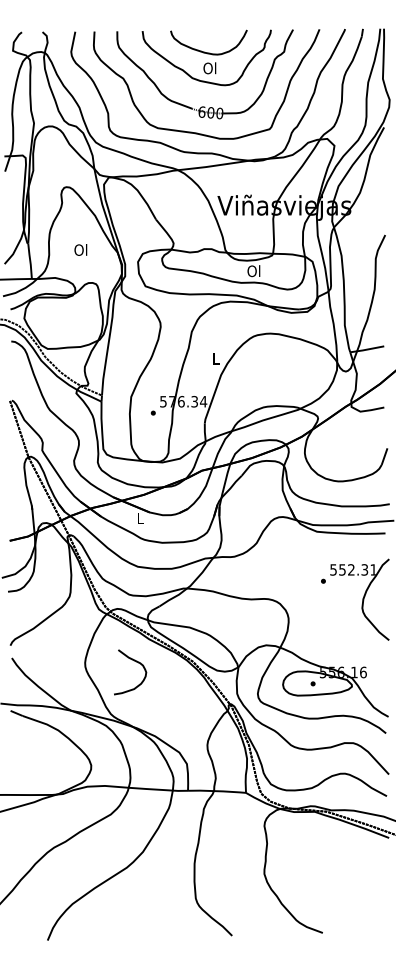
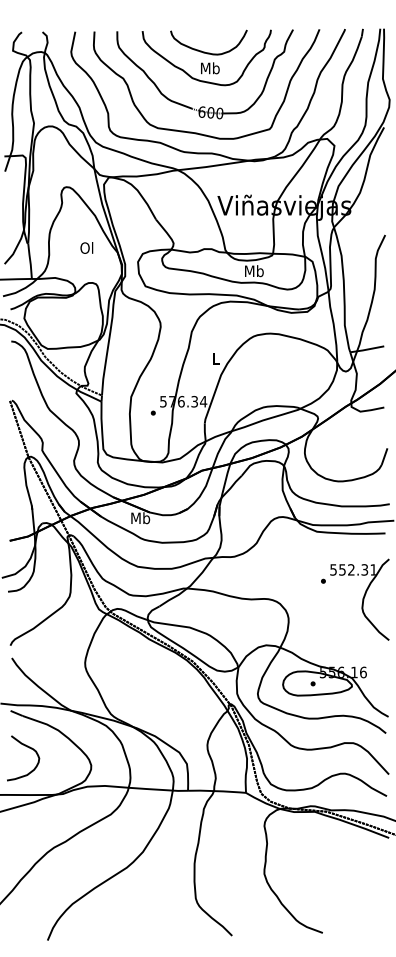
text at (210, 68): Ol -> Mb
text at (80, 249) position: (80, 249) -> (86, 247)
text at (254, 271): Ol -> Mb
text at (140, 518): L -> Mb
curve at (136, 662) position: (136, 662) -> (29, 748)
